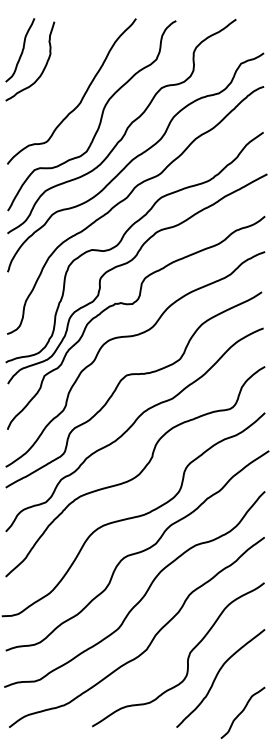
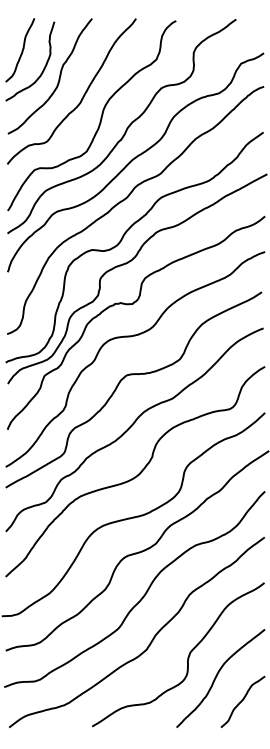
curve at (58, 78): none -> present
curve at (242, 712) position: (242, 712) -> (242, 701)
